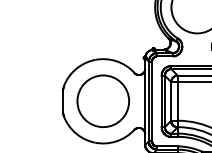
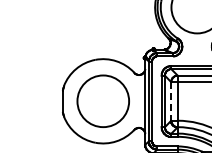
line at (171, 101): solid -> dashed
